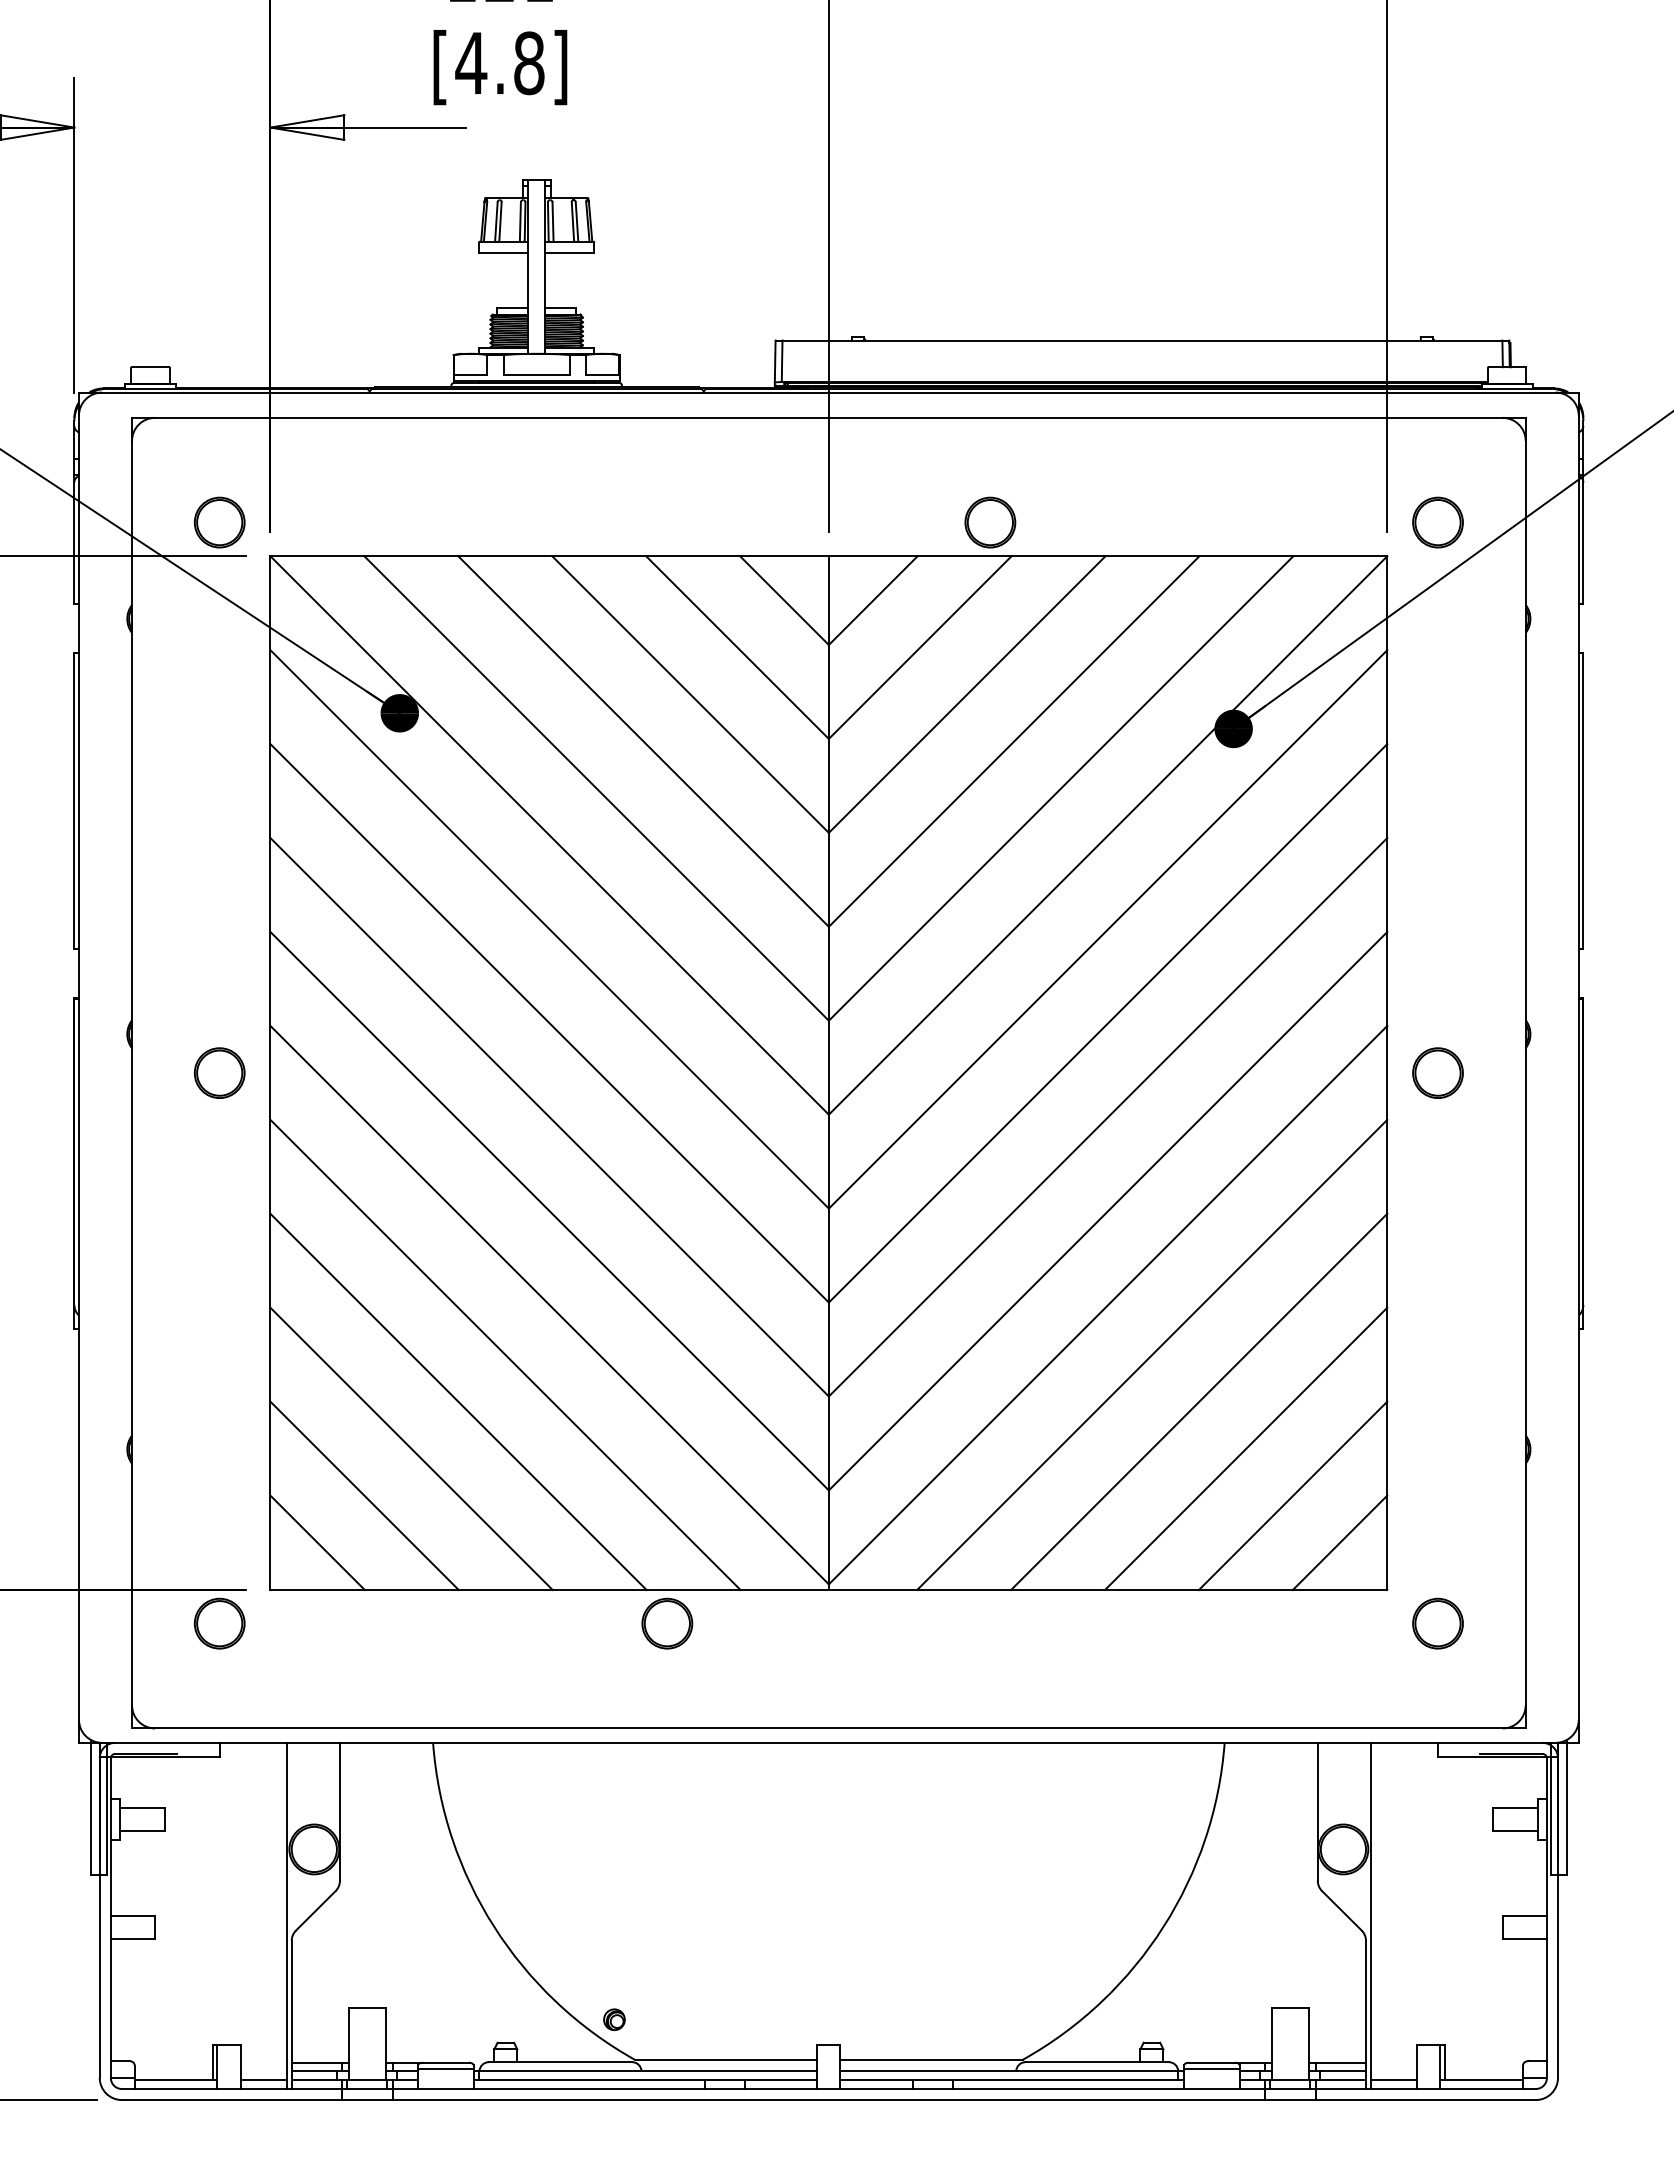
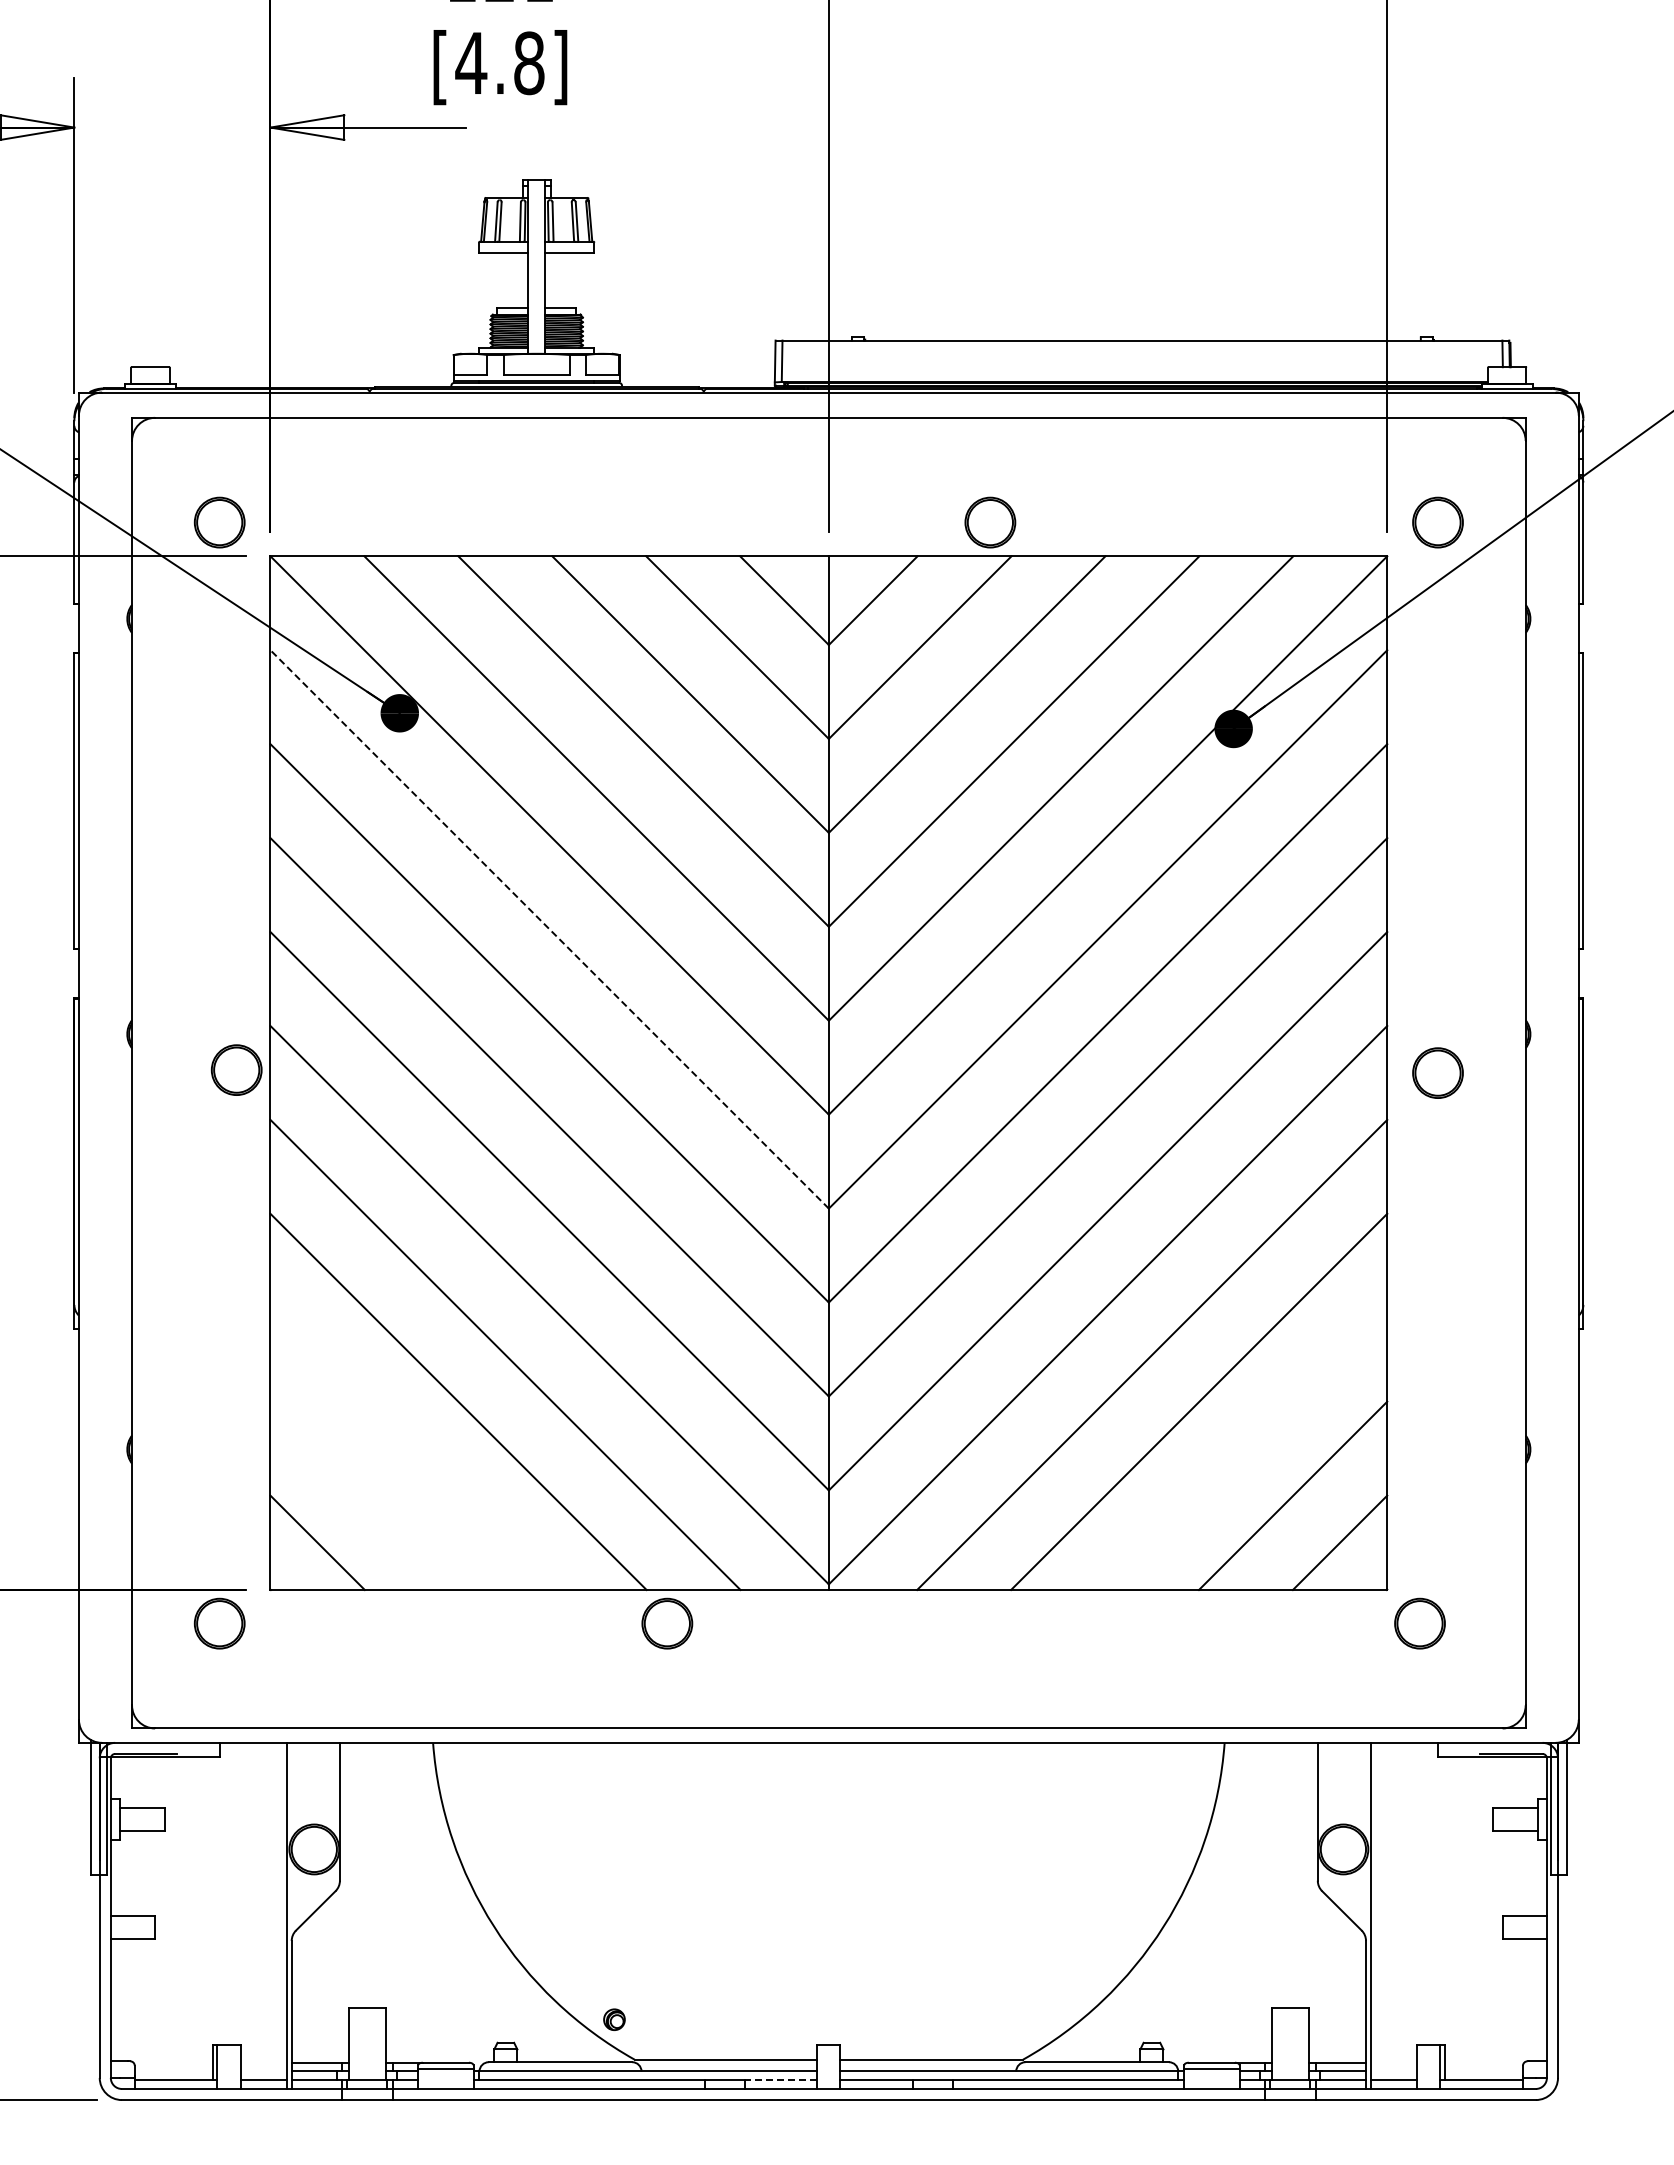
line at (549, 929): solid -> dashed
part at (219, 1072) position: (219, 1072) -> (236, 1069)
line at (411, 1448): present -> none
line at (1246, 1448): present -> none
line at (364, 1495): present -> none
part at (1437, 1623) position: (1437, 1623) -> (1419, 1623)
line at (780, 2080): solid -> dashed
